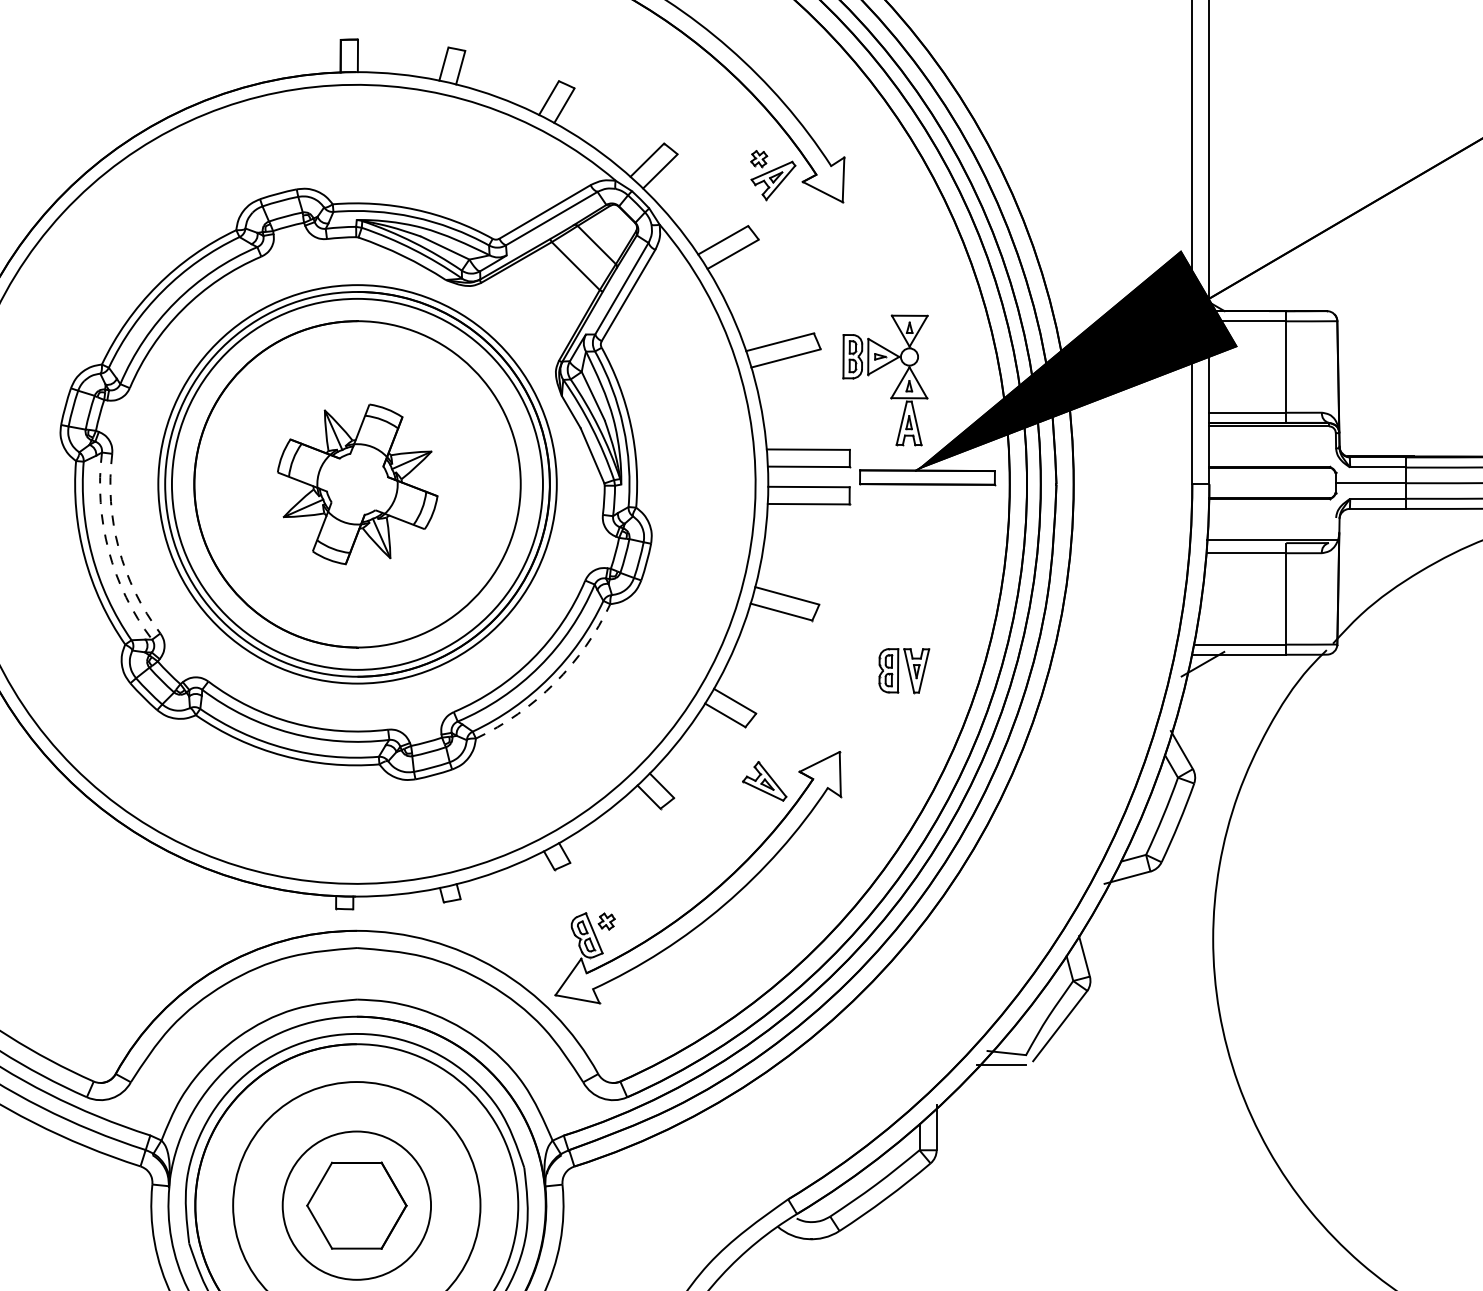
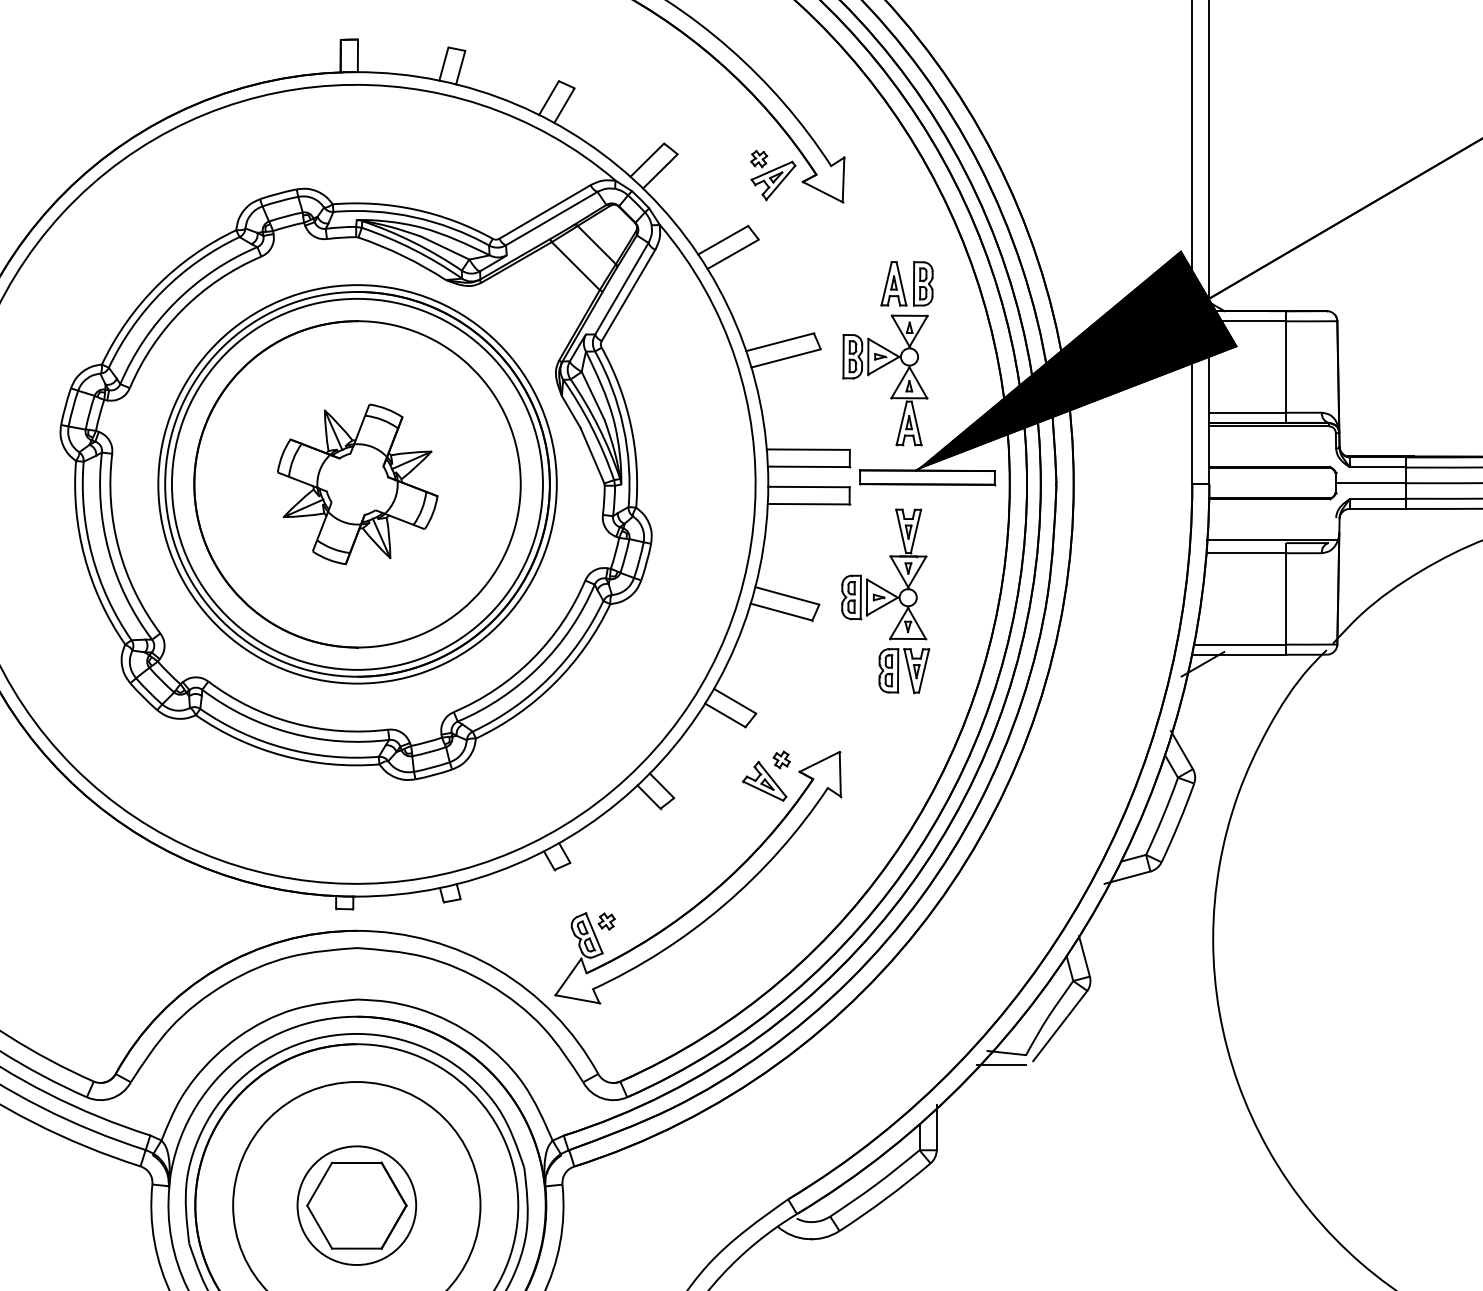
part at (906, 283): none -> present
arc at (118, 548): dashed -> solid
arc at (108, 551): dashed -> solid
part at (879, 585): none -> present
arc at (554, 683): dashed -> solid
part at (781, 759): none -> present
circle at (356, 1205) diameter: 148 px -> 119 px
